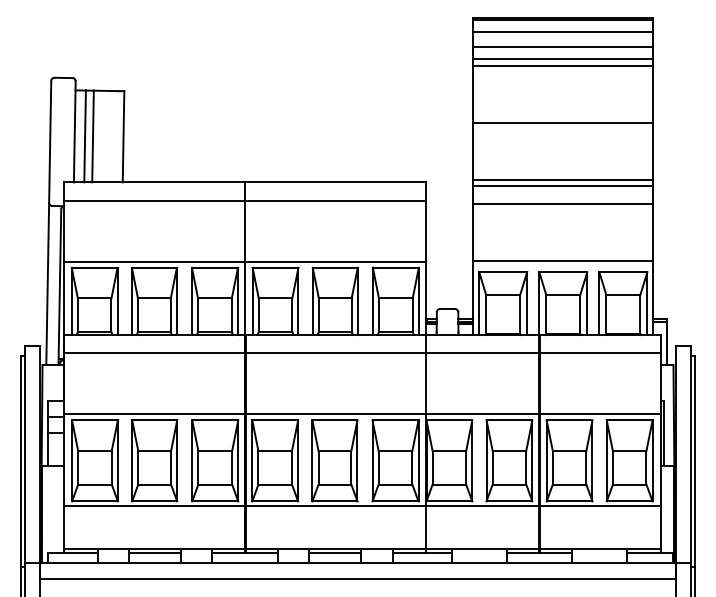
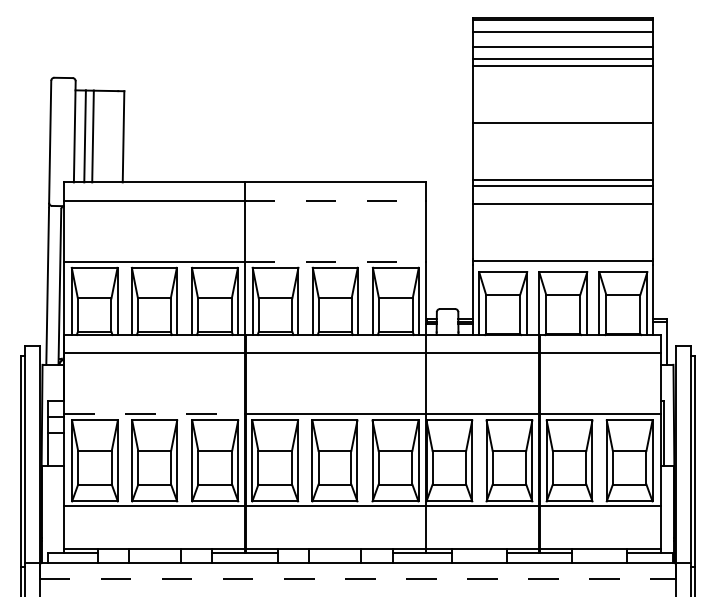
line at (335, 200): solid -> dashed
line at (335, 261): solid -> dashed
line at (155, 414): solid -> dashed
line at (155, 553): present -> none
line at (335, 553): present -> none
line at (358, 578): solid -> dashed
